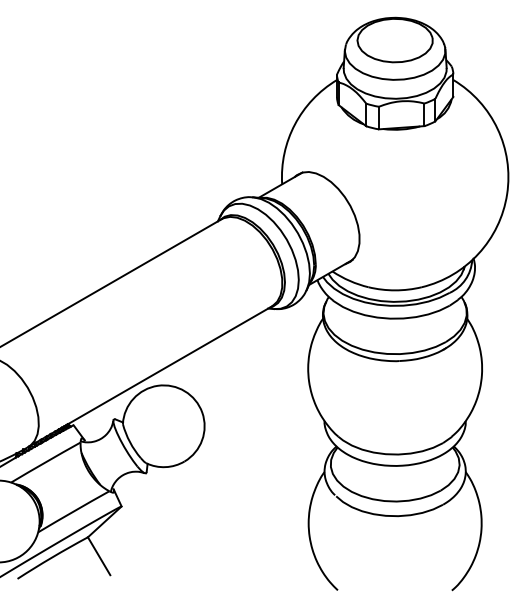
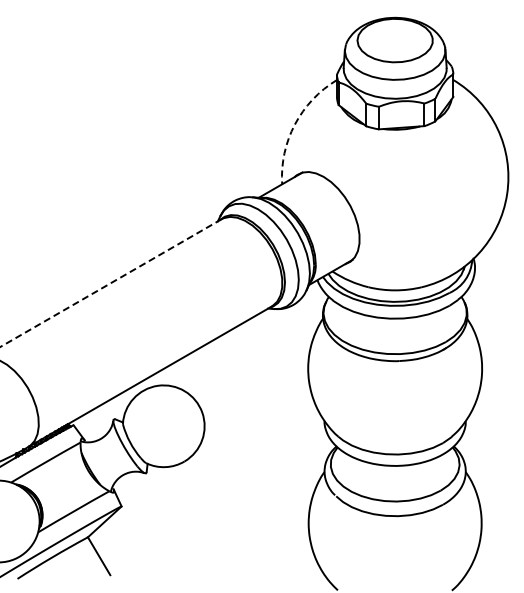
arc at (294, 124): solid -> dashed
line at (111, 283): solid -> dashed
